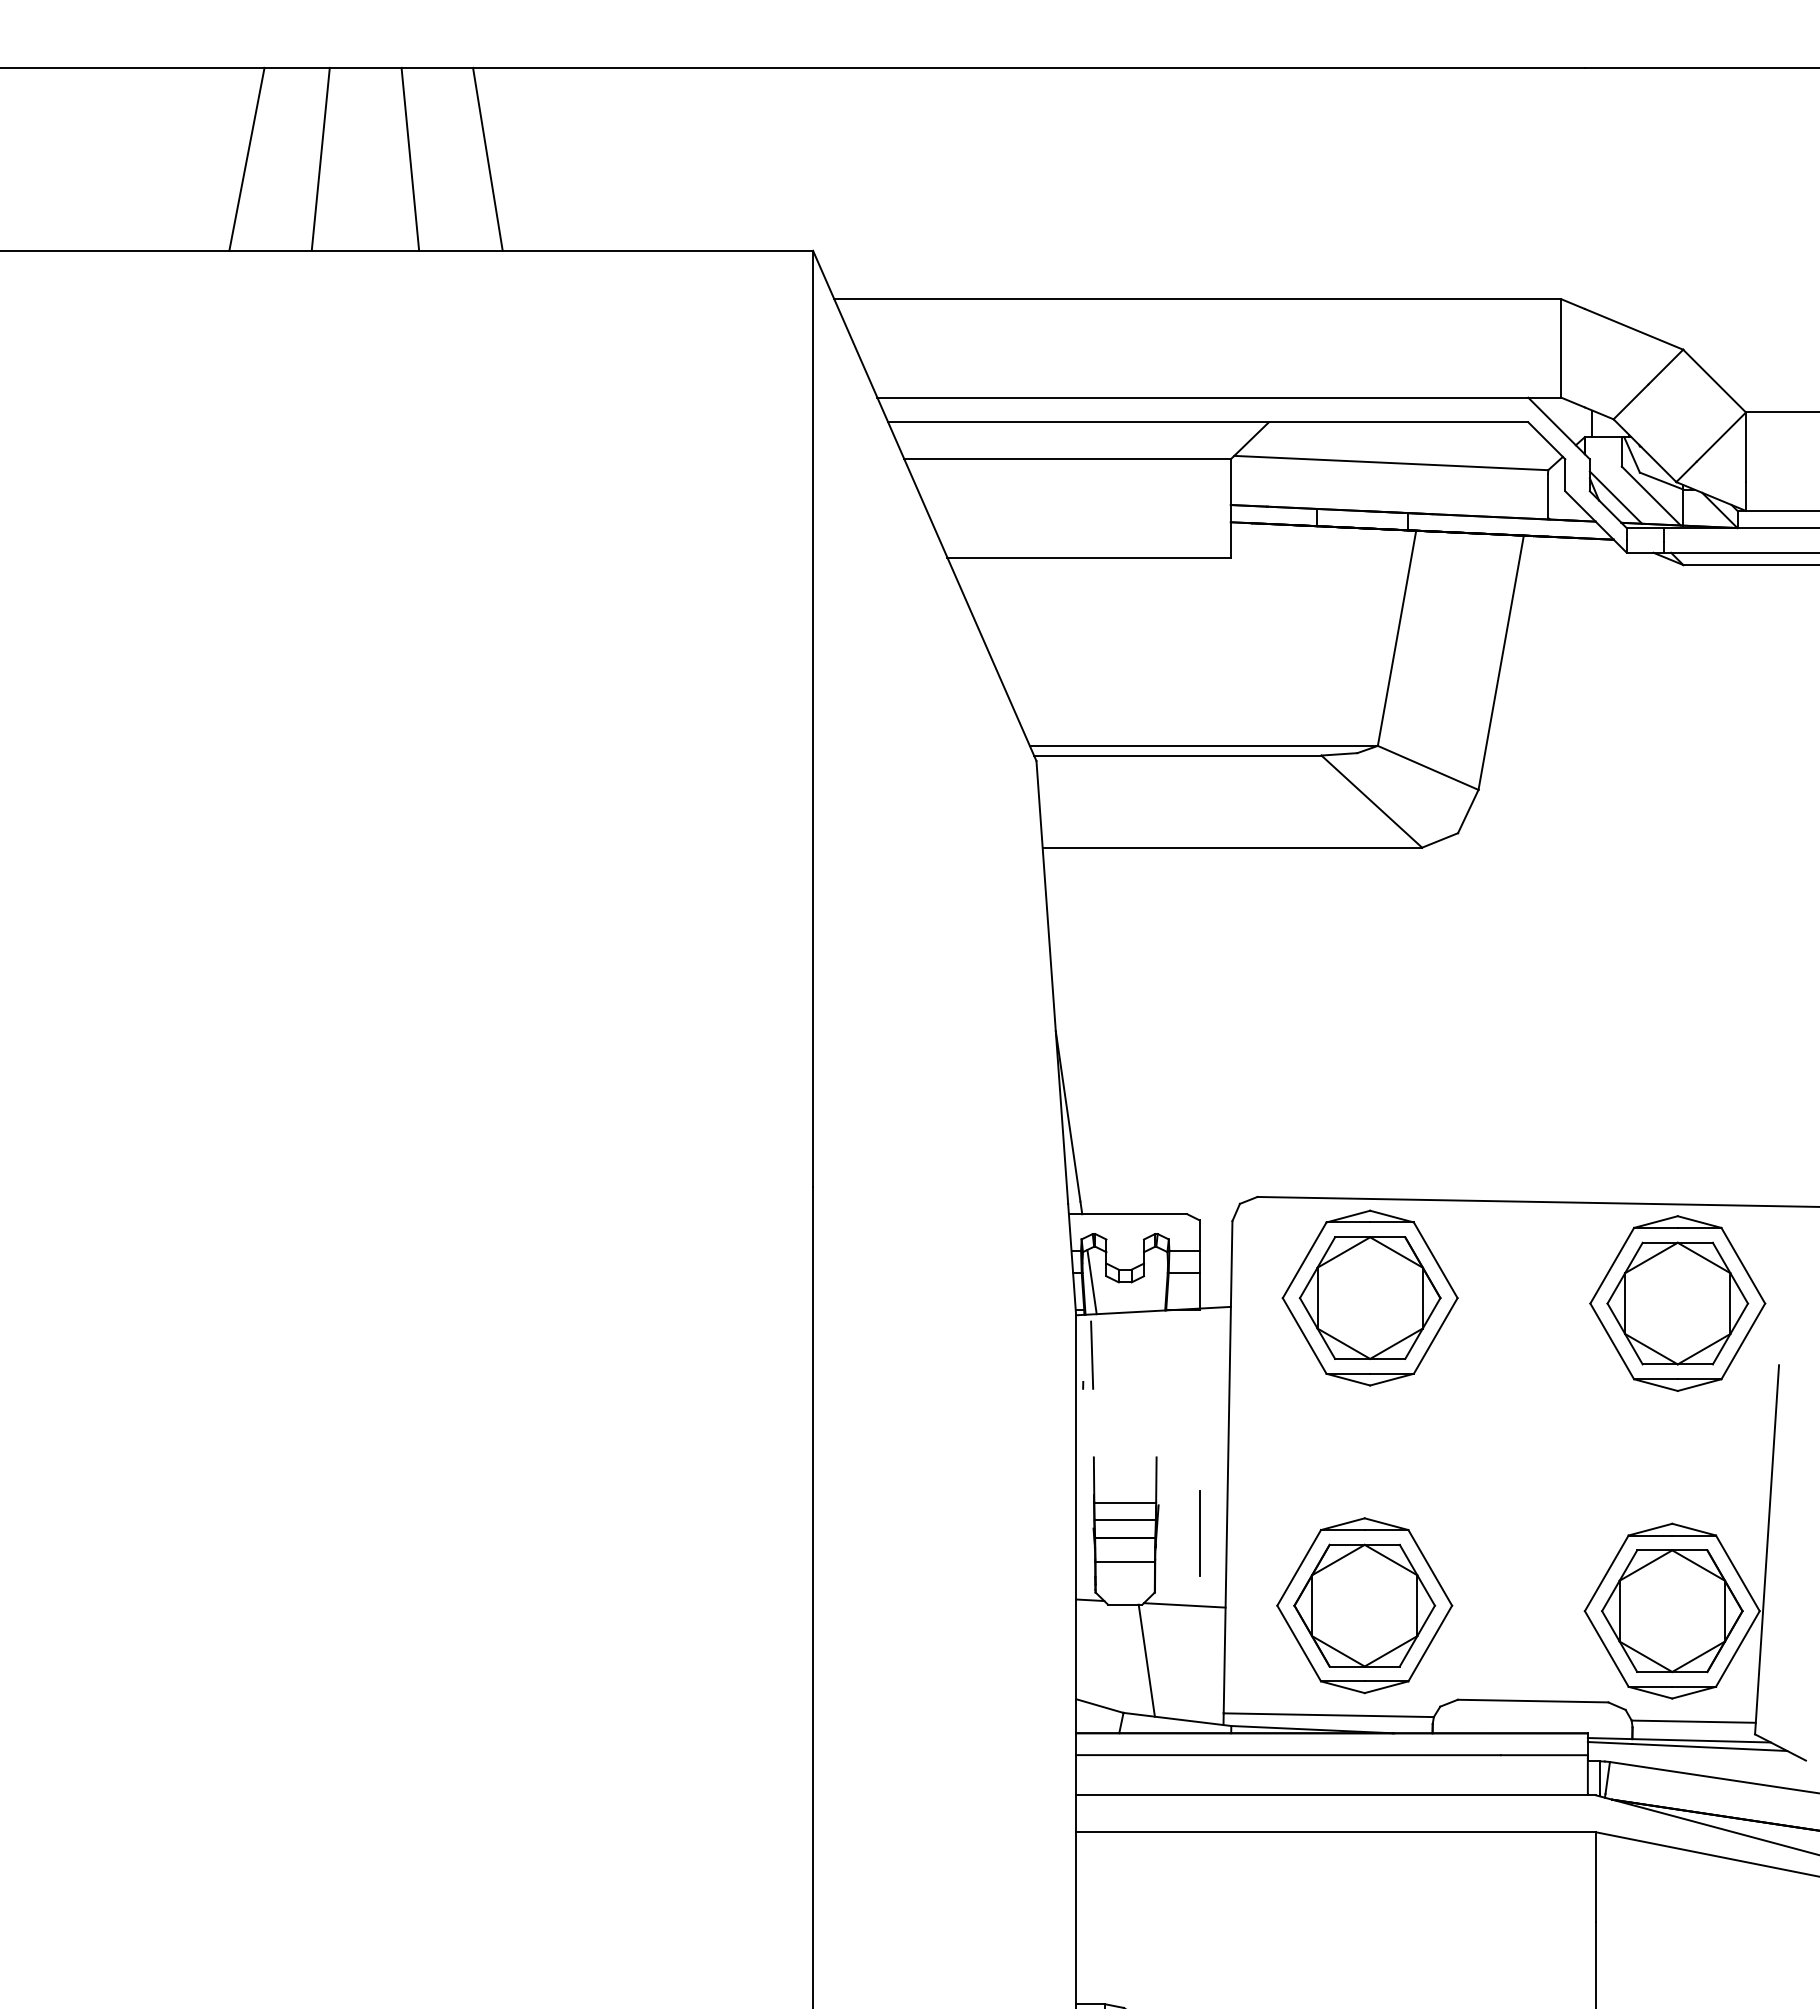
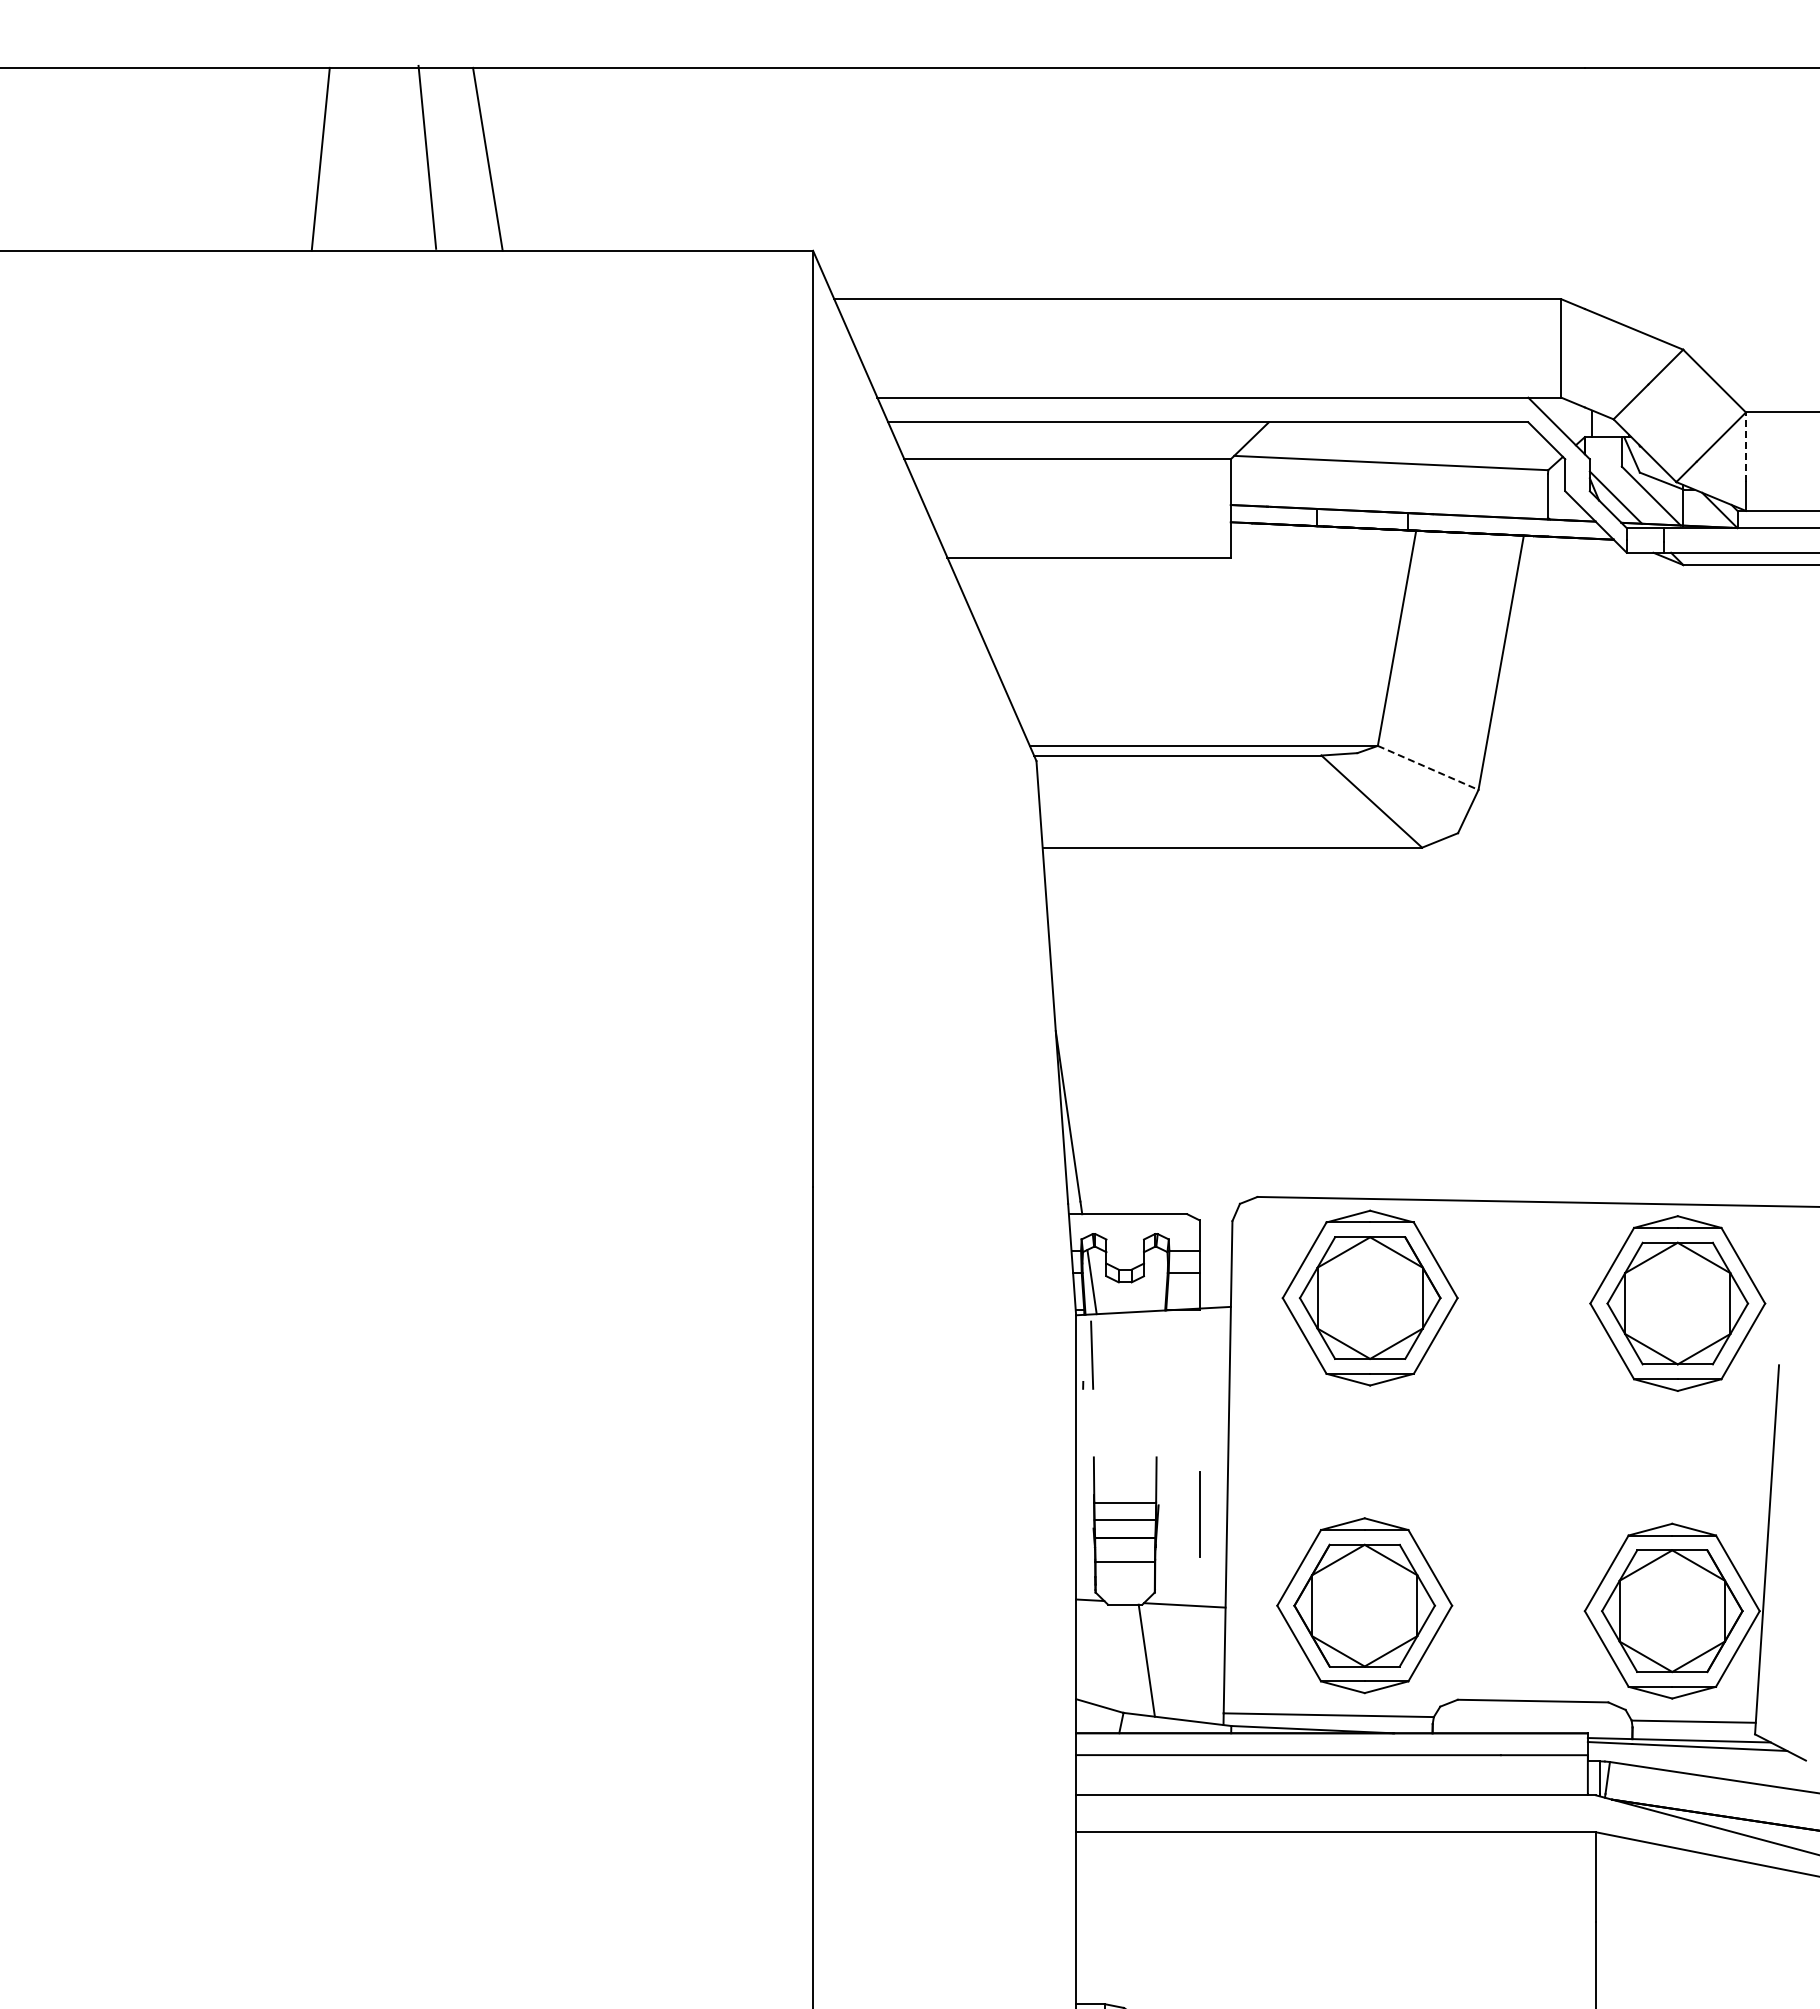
line at (246, 158): present -> none
line at (410, 158) position: (410, 158) -> (427, 156)
line at (1745, 447): solid -> dashed
line at (1428, 767): solid -> dashed
line at (1199, 1533) position: (1199, 1533) -> (1199, 1514)
